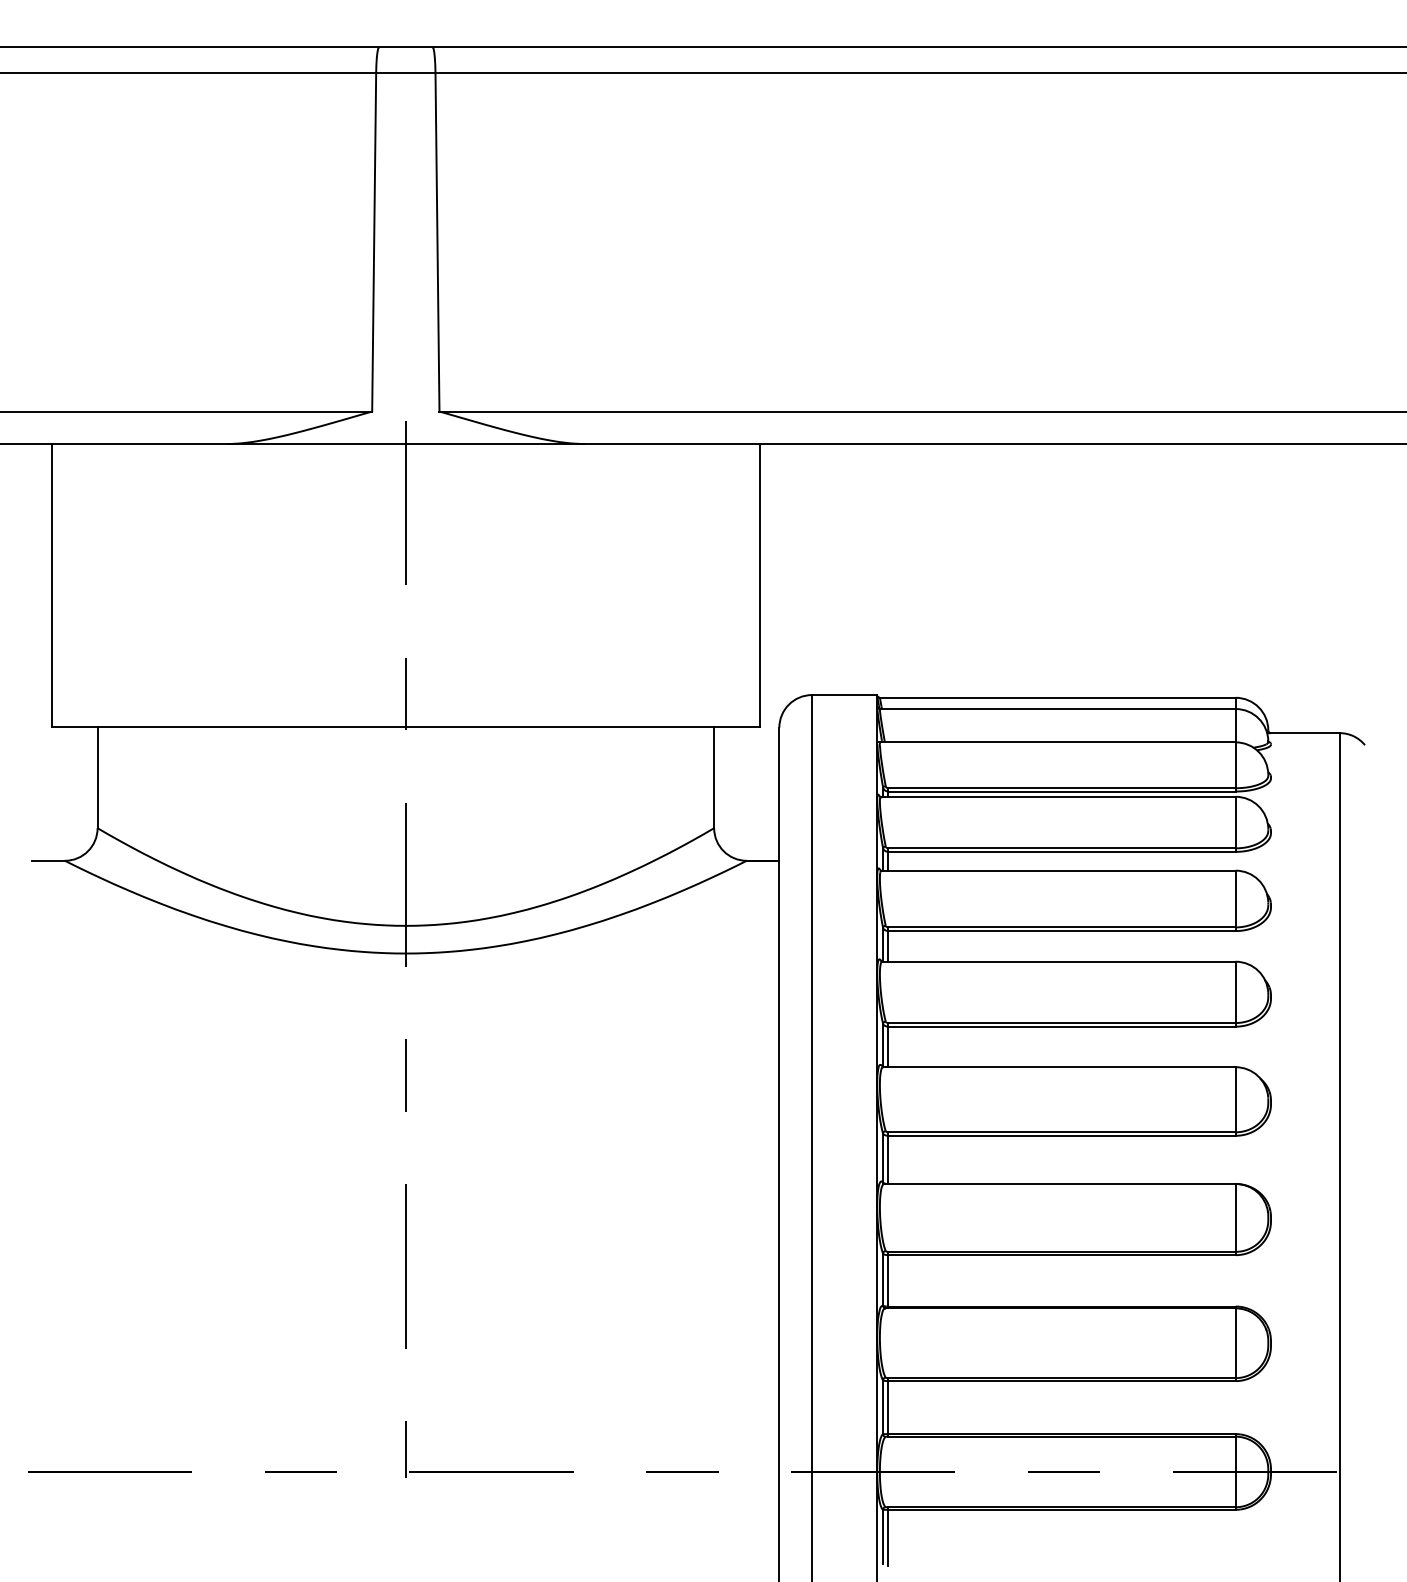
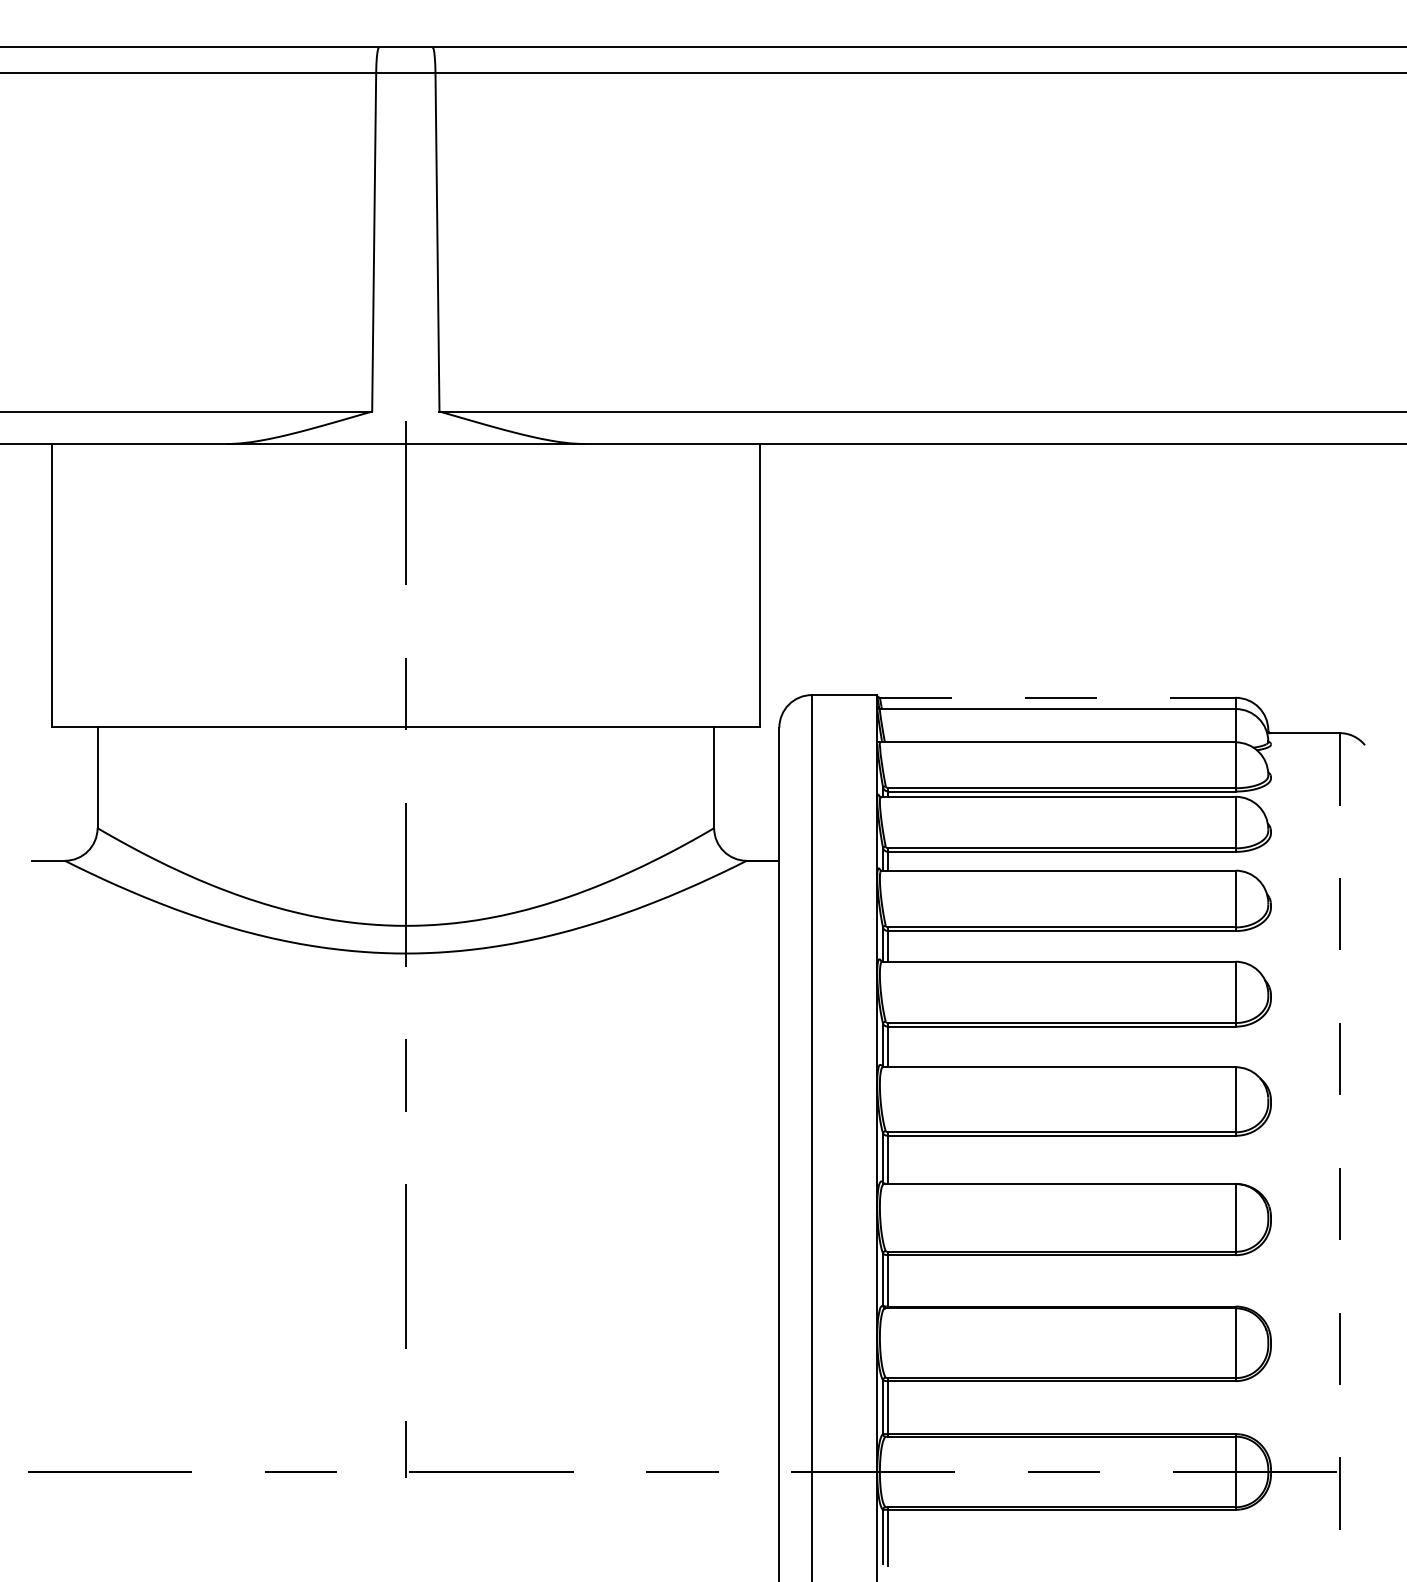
line at (1057, 697): solid -> dashed
line at (1339, 1158): solid -> dashed
